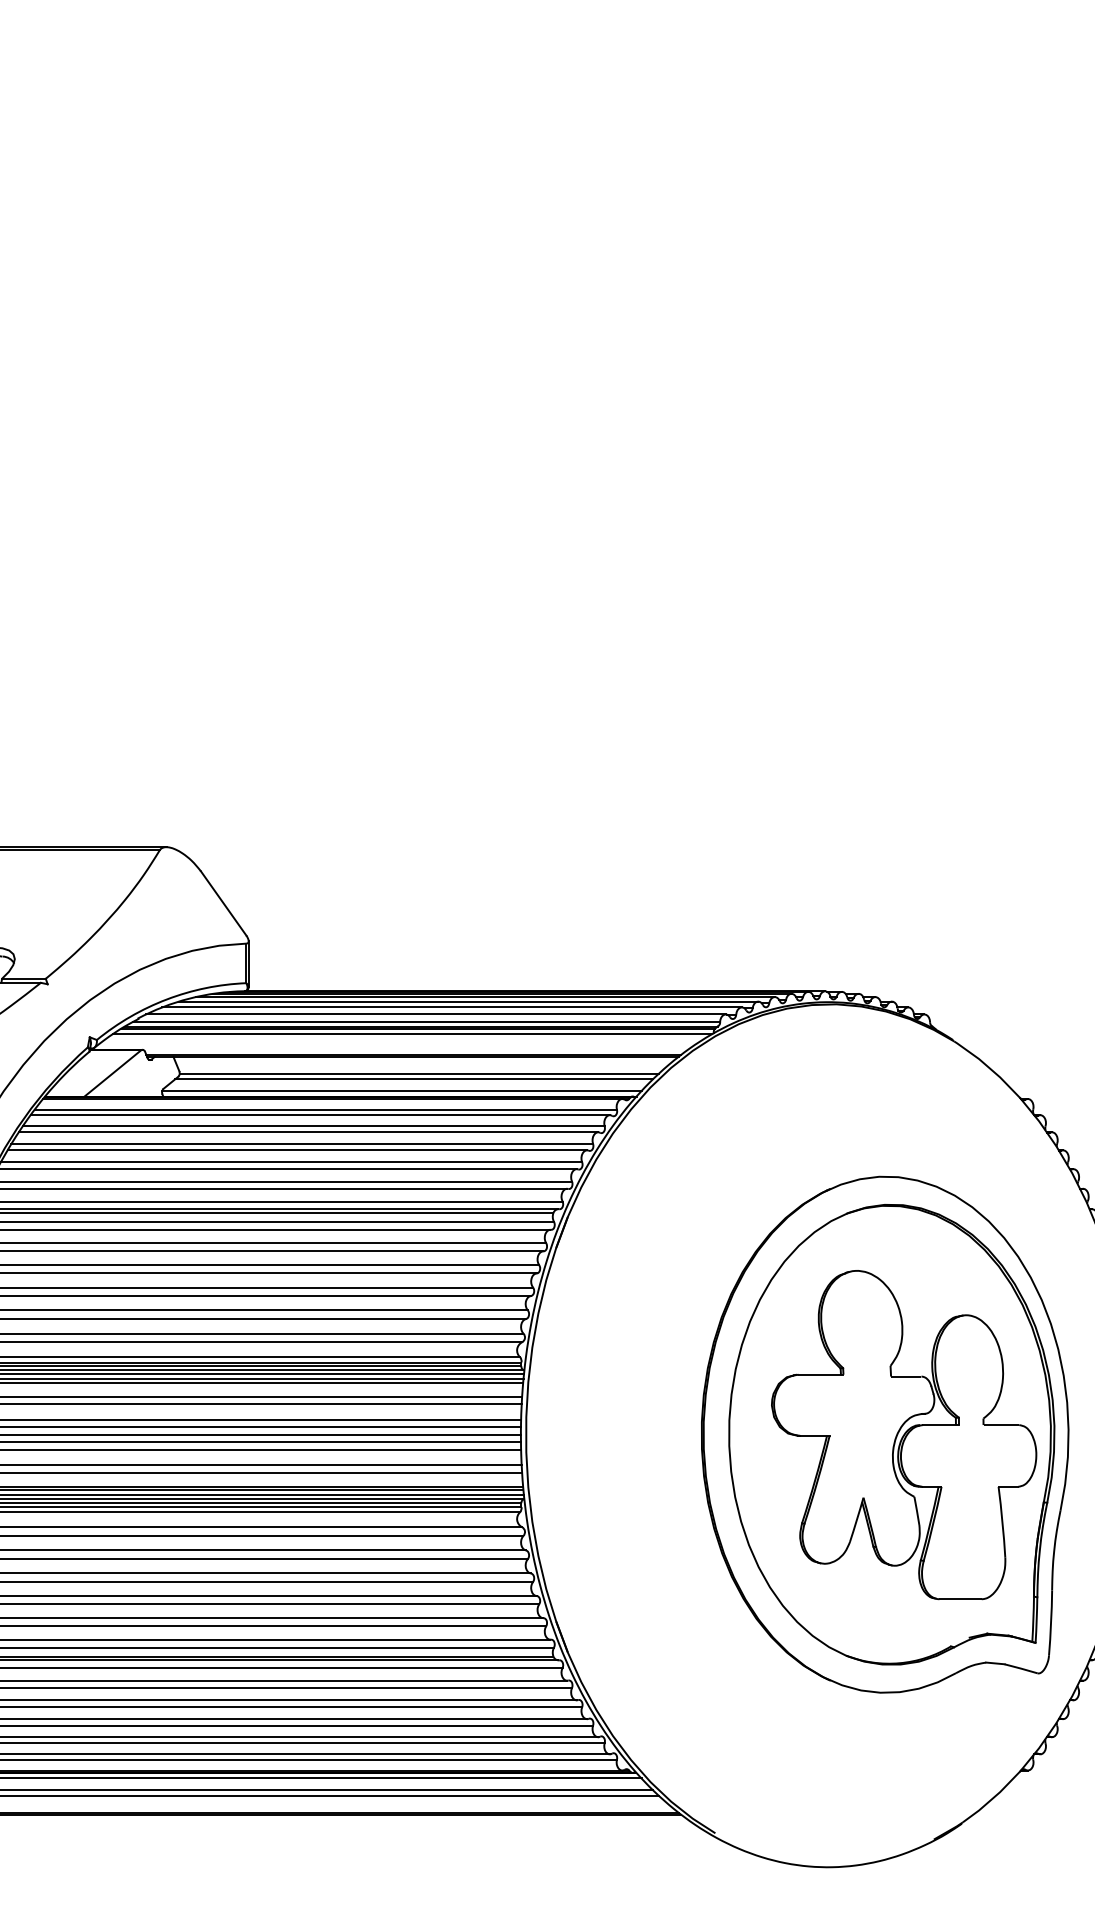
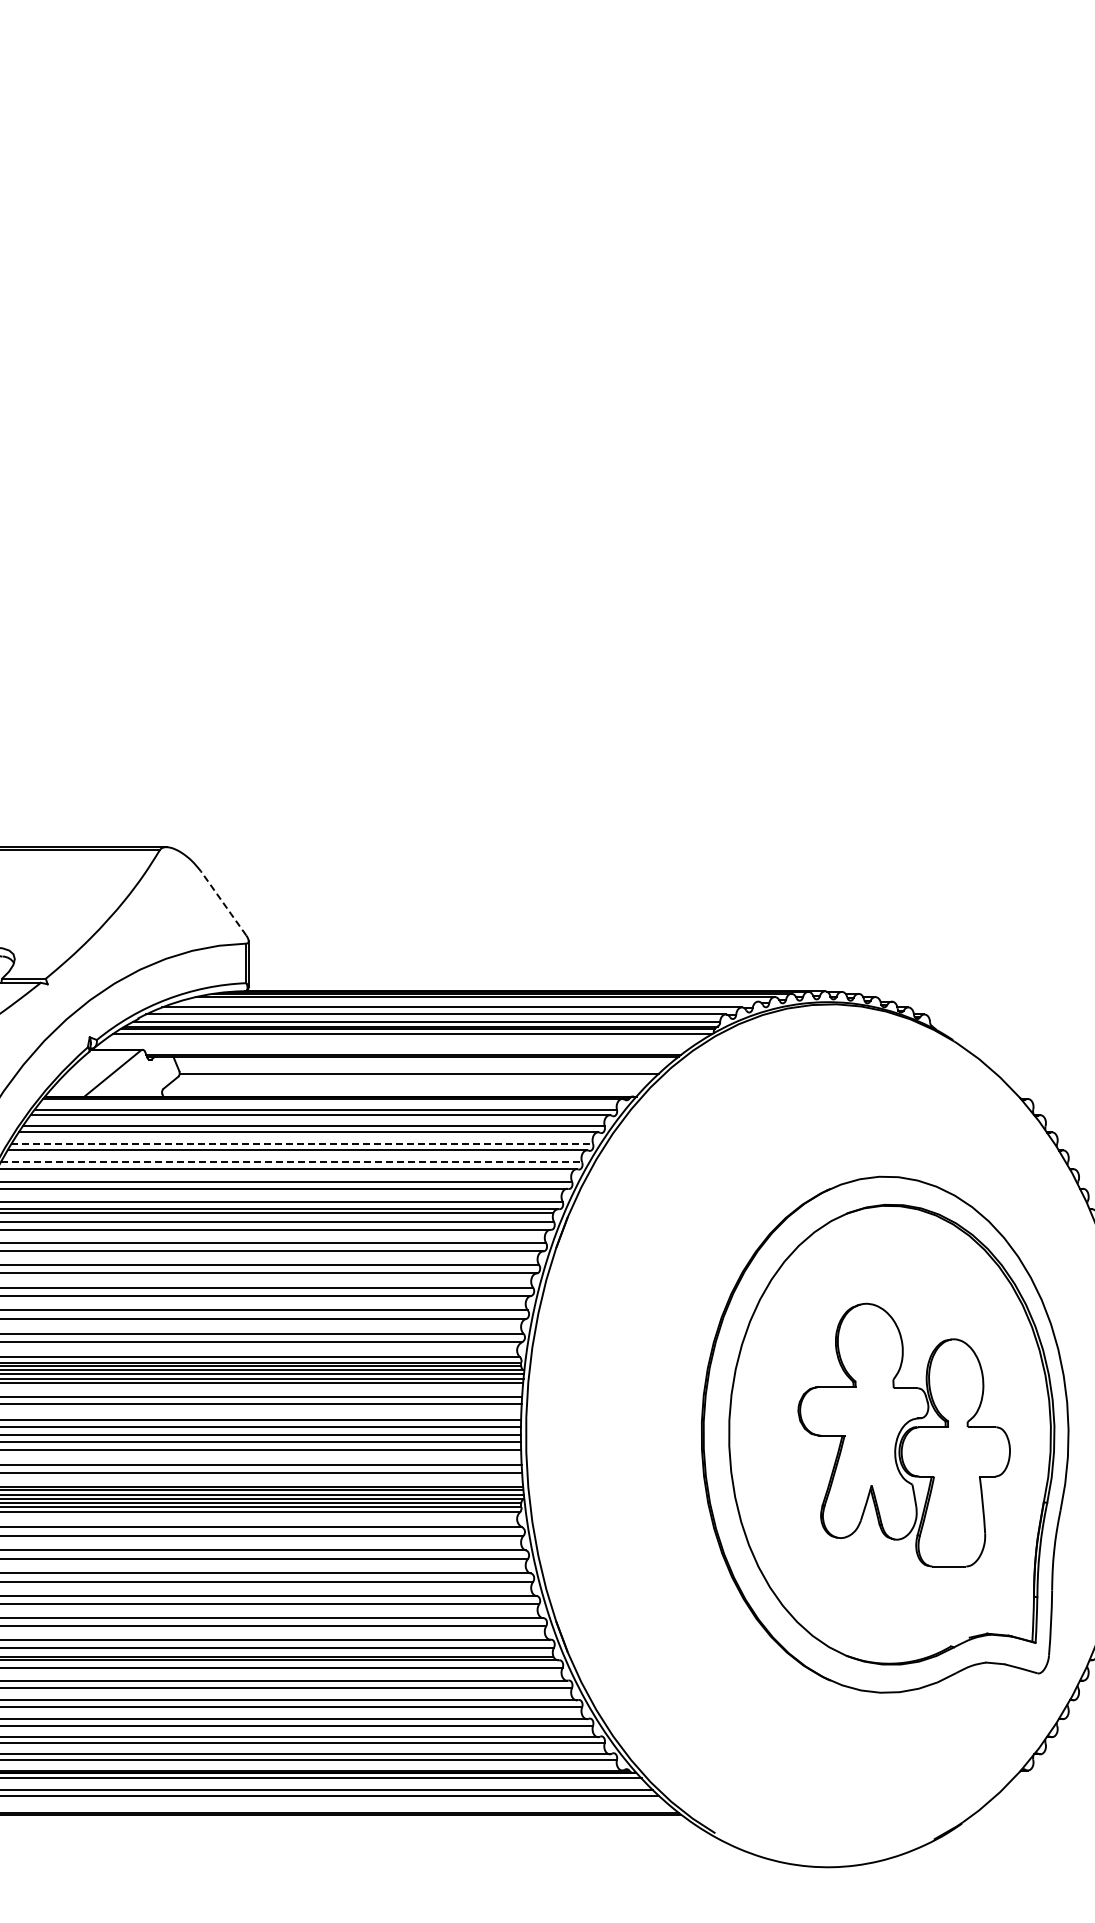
line at (223, 903): solid -> dashed
line at (468, 1001): present -> none
line at (414, 1079): present -> none
line at (401, 1091): present -> none
line at (302, 1143): solid -> dashed
line at (291, 1162): solid -> dashed
part at (904, 1435) size: 267x331 px -> 214x266 px
